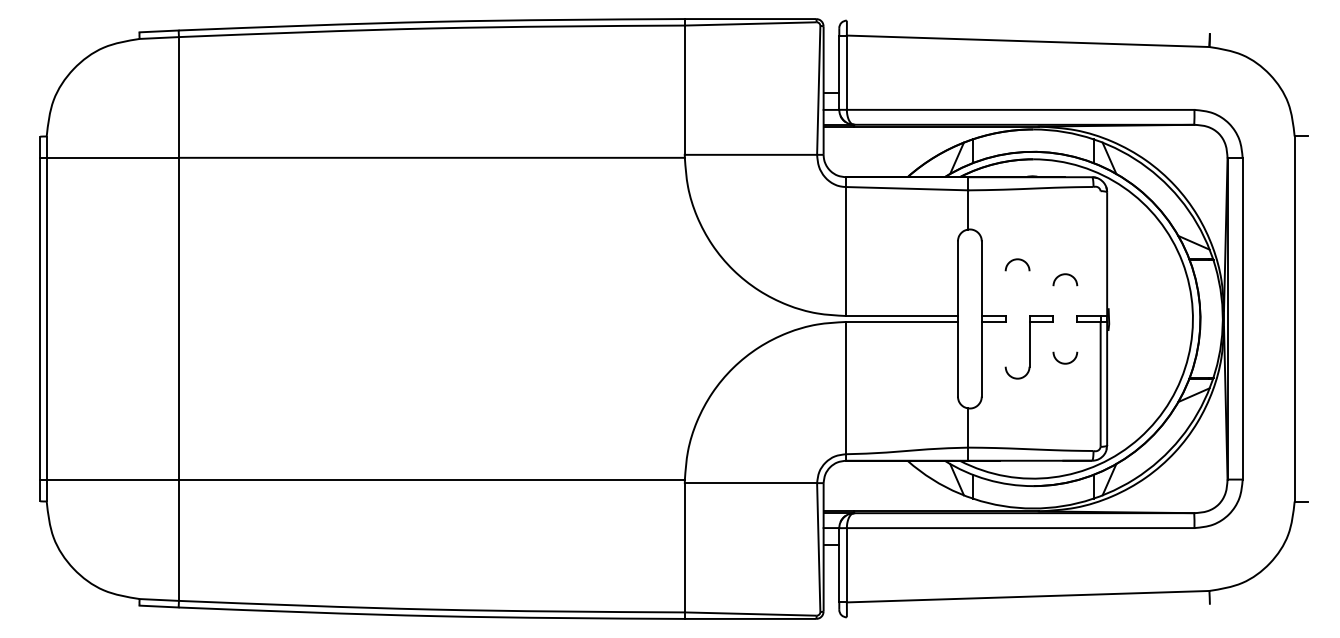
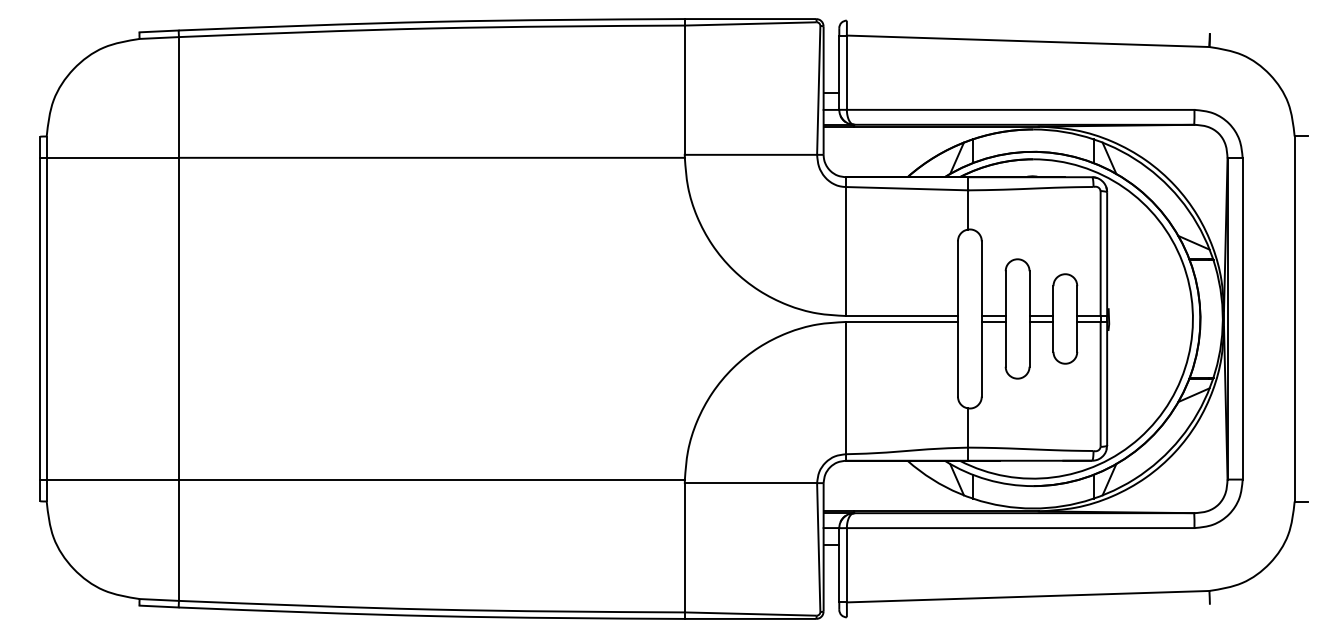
line at (1100, 253): none -> present
line at (1005, 293): none -> present
line at (1029, 293): none -> present
line at (1053, 301): none -> present
line at (1077, 301): none -> present
line at (1053, 336): none -> present
line at (1077, 336): none -> present
line at (1005, 343): none -> present
